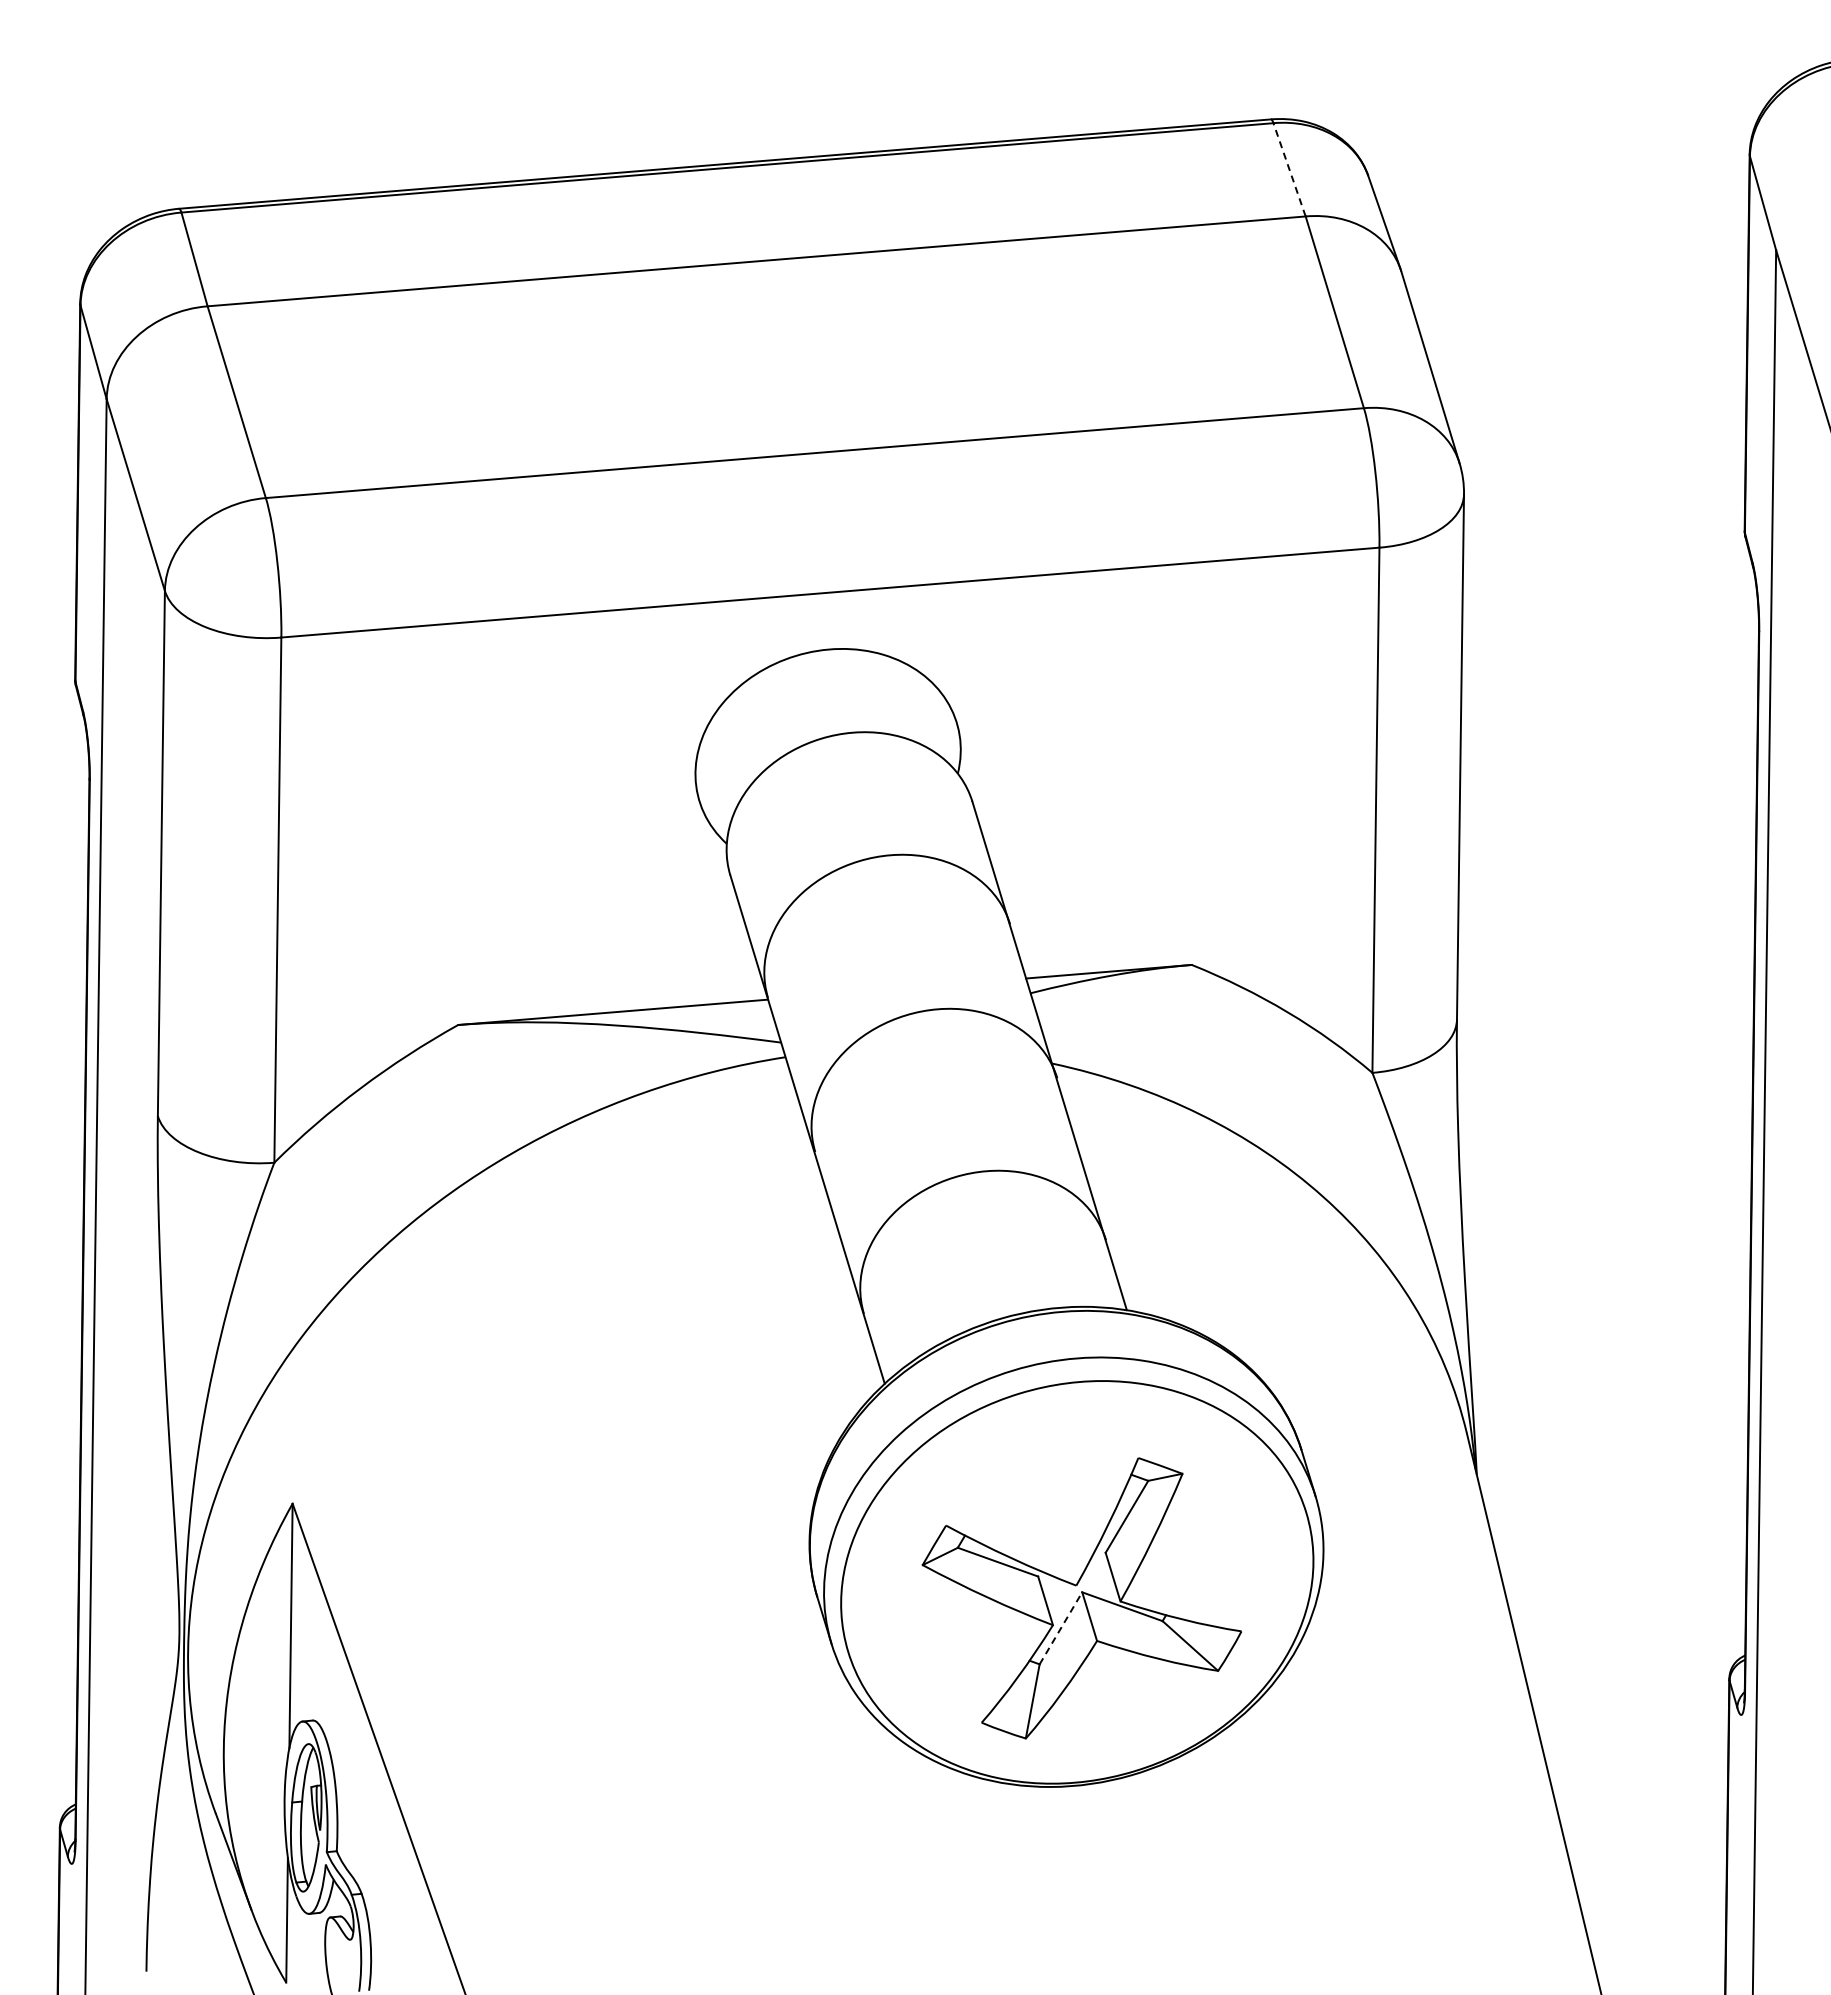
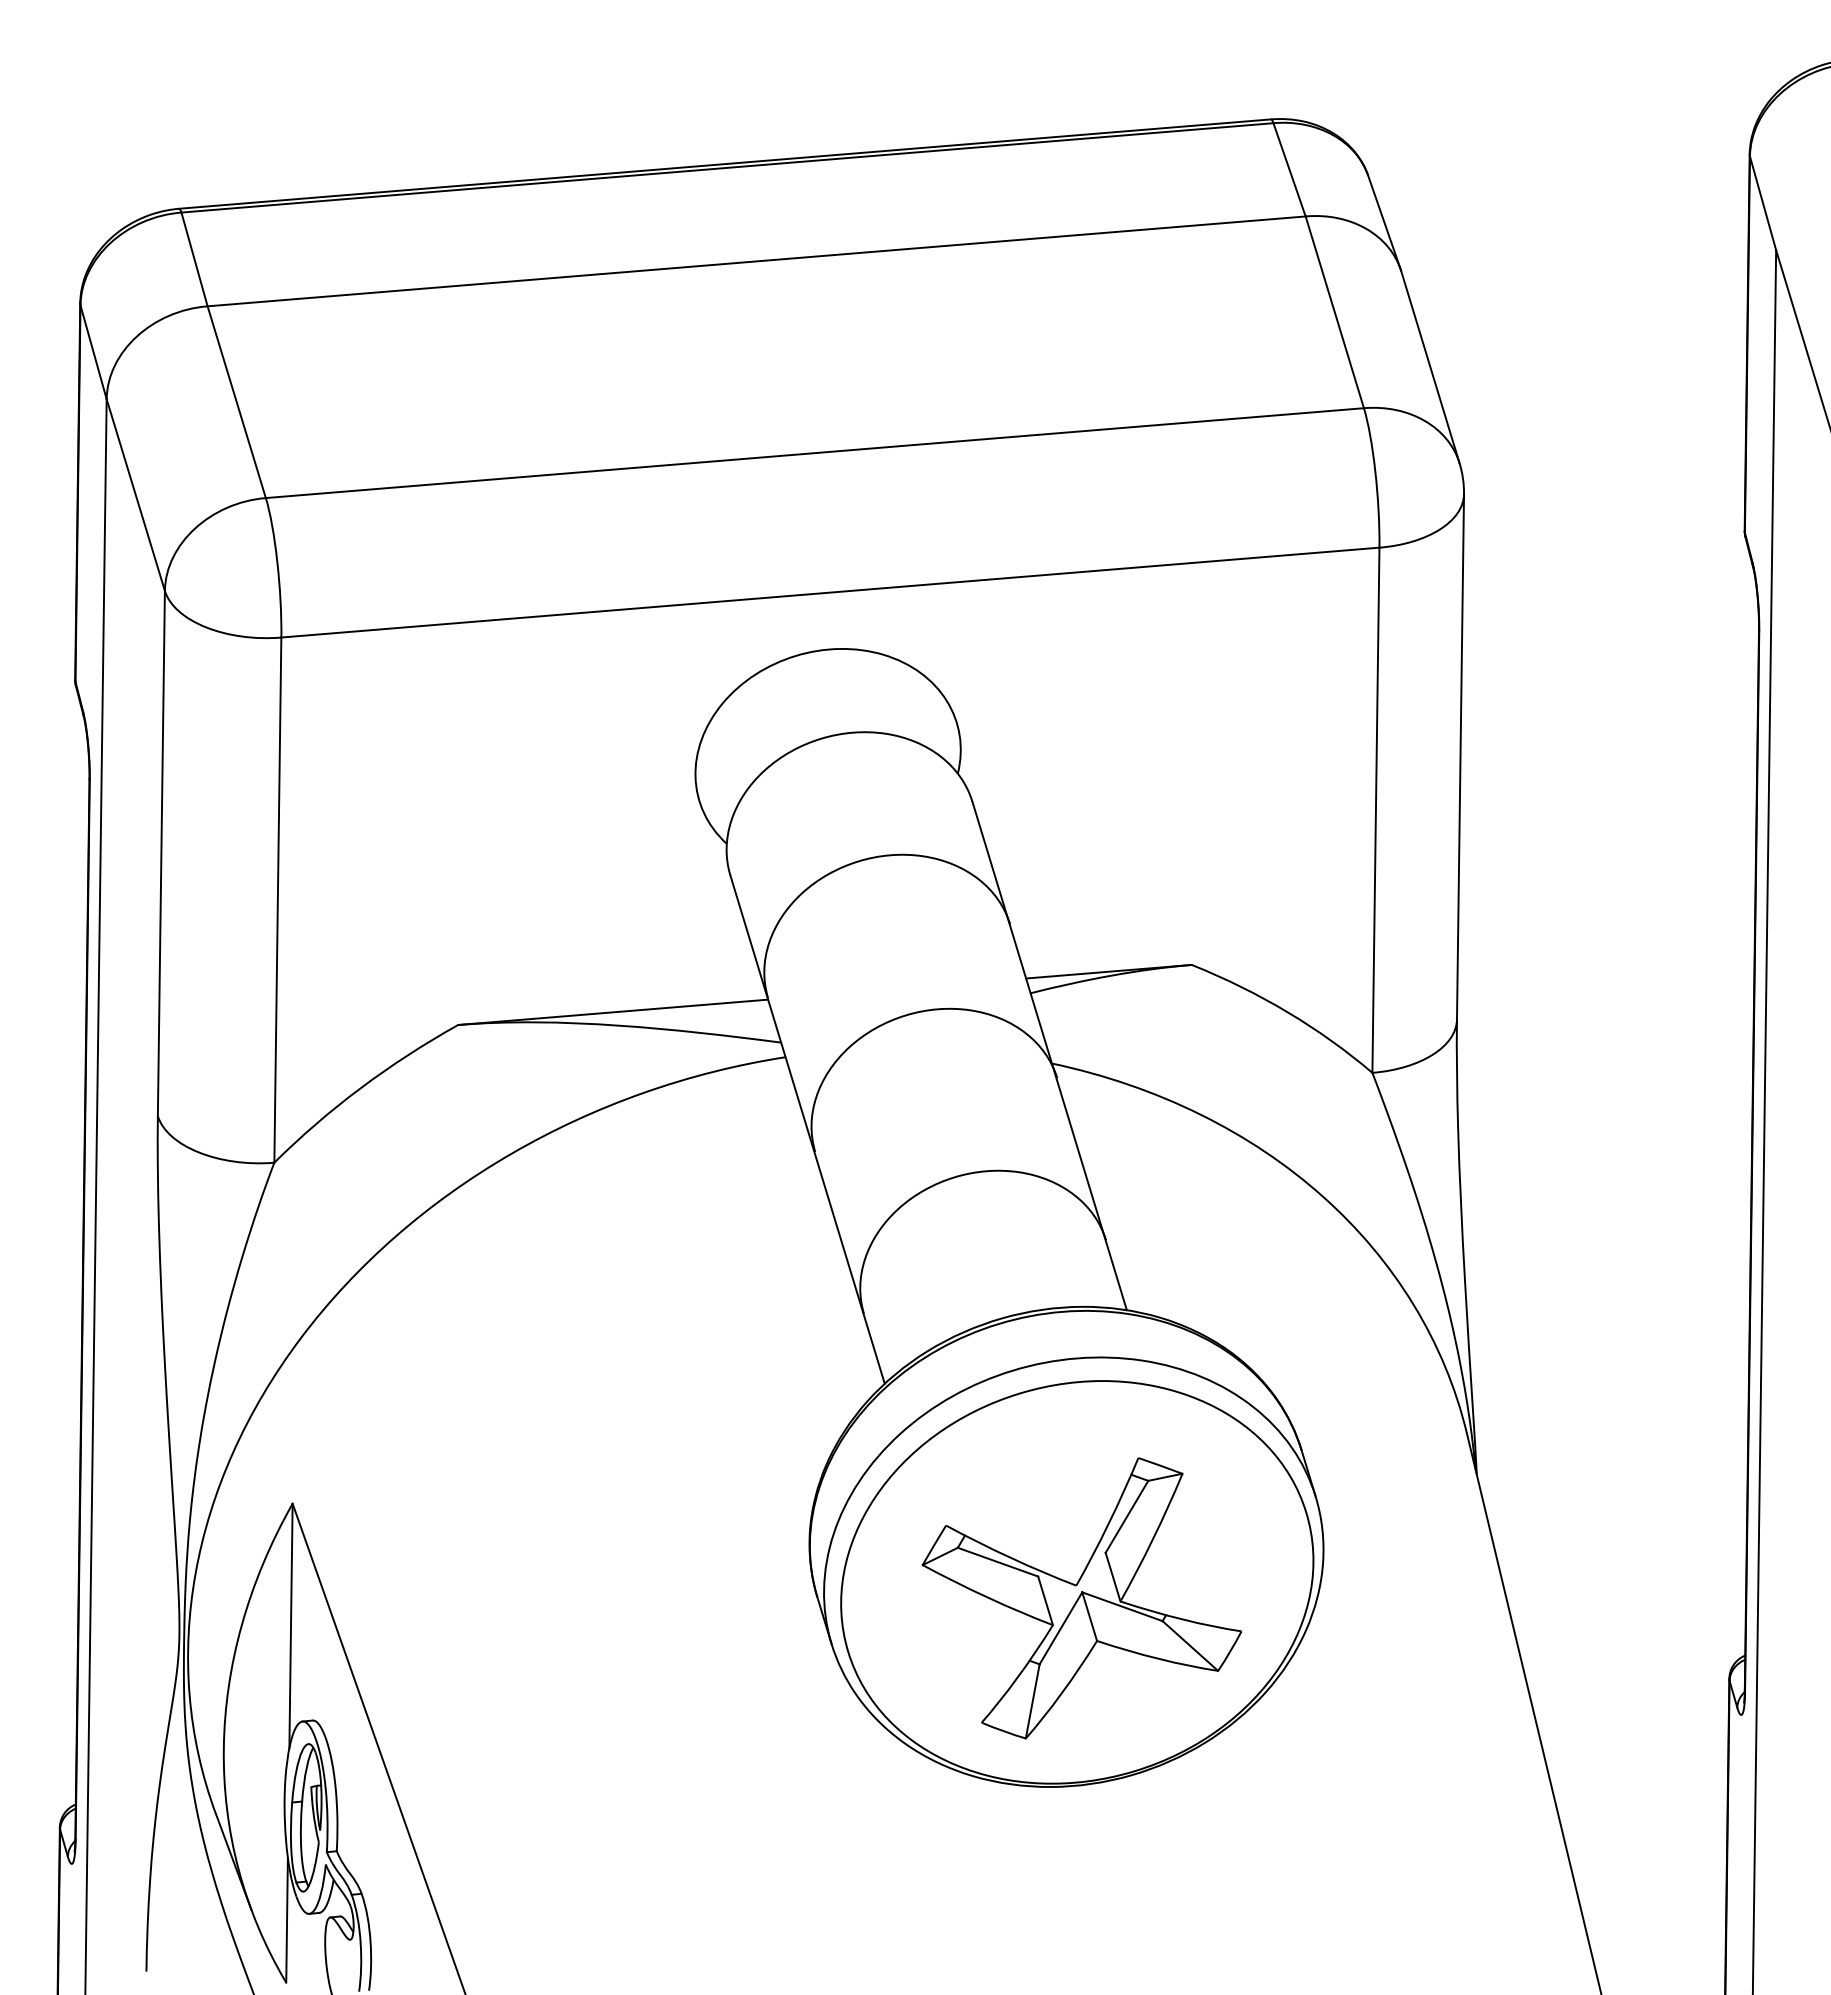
line at (1289, 169): dashed -> solid
line at (1060, 1628): dashed -> solid
